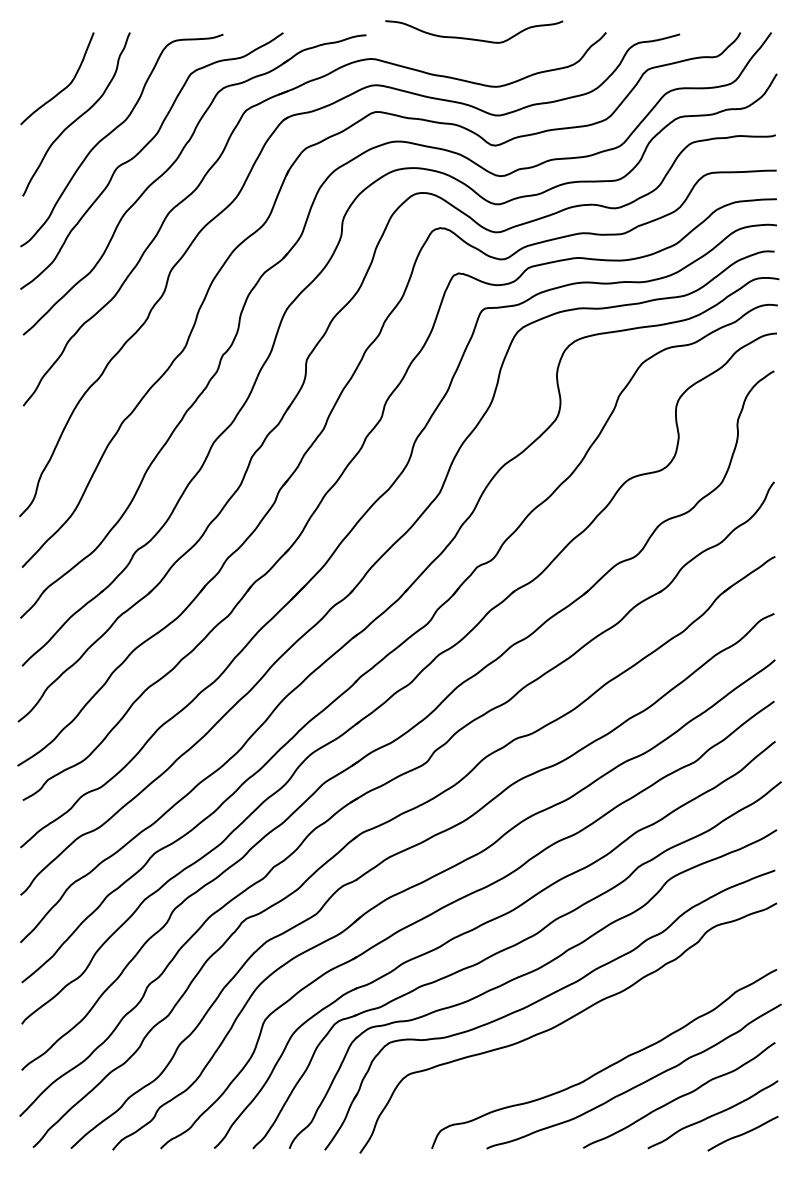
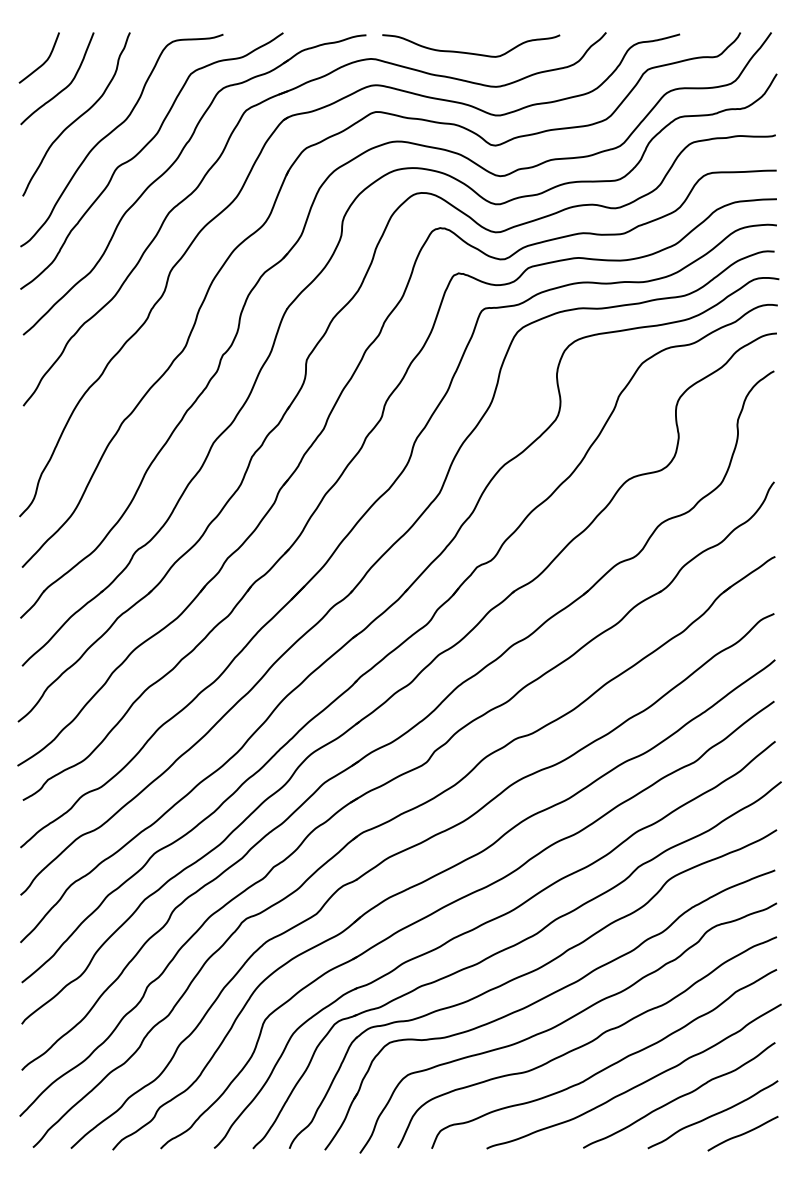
curve at (474, 38) position: (474, 38) -> (471, 52)
curve at (43, 62): none -> present
curve at (587, 1042): none -> present
